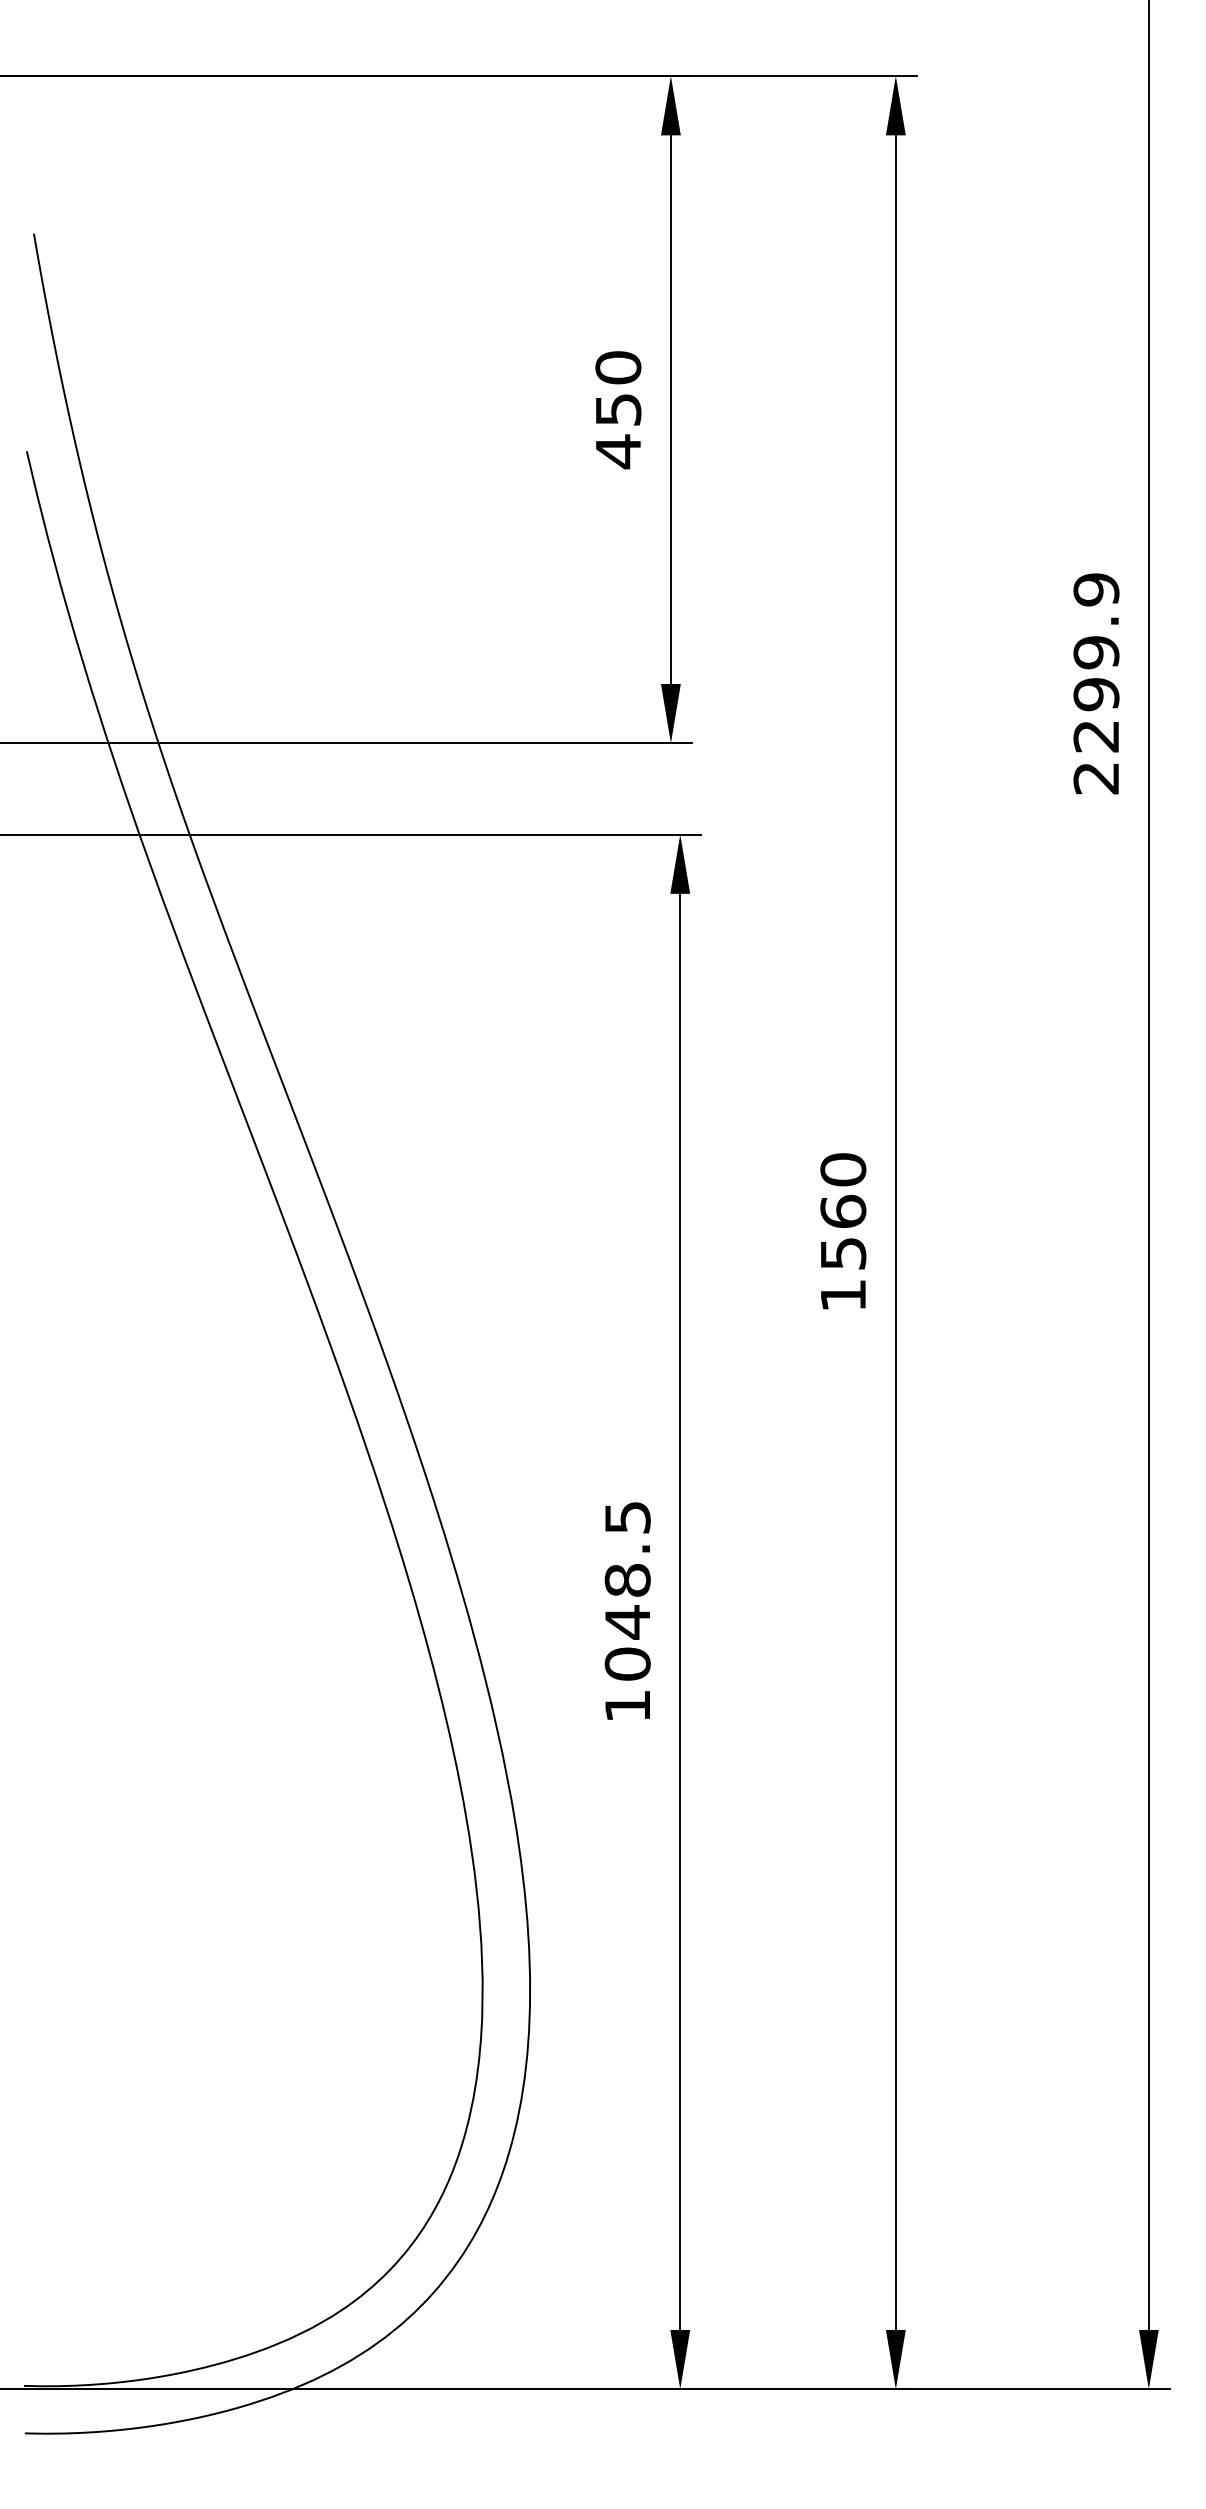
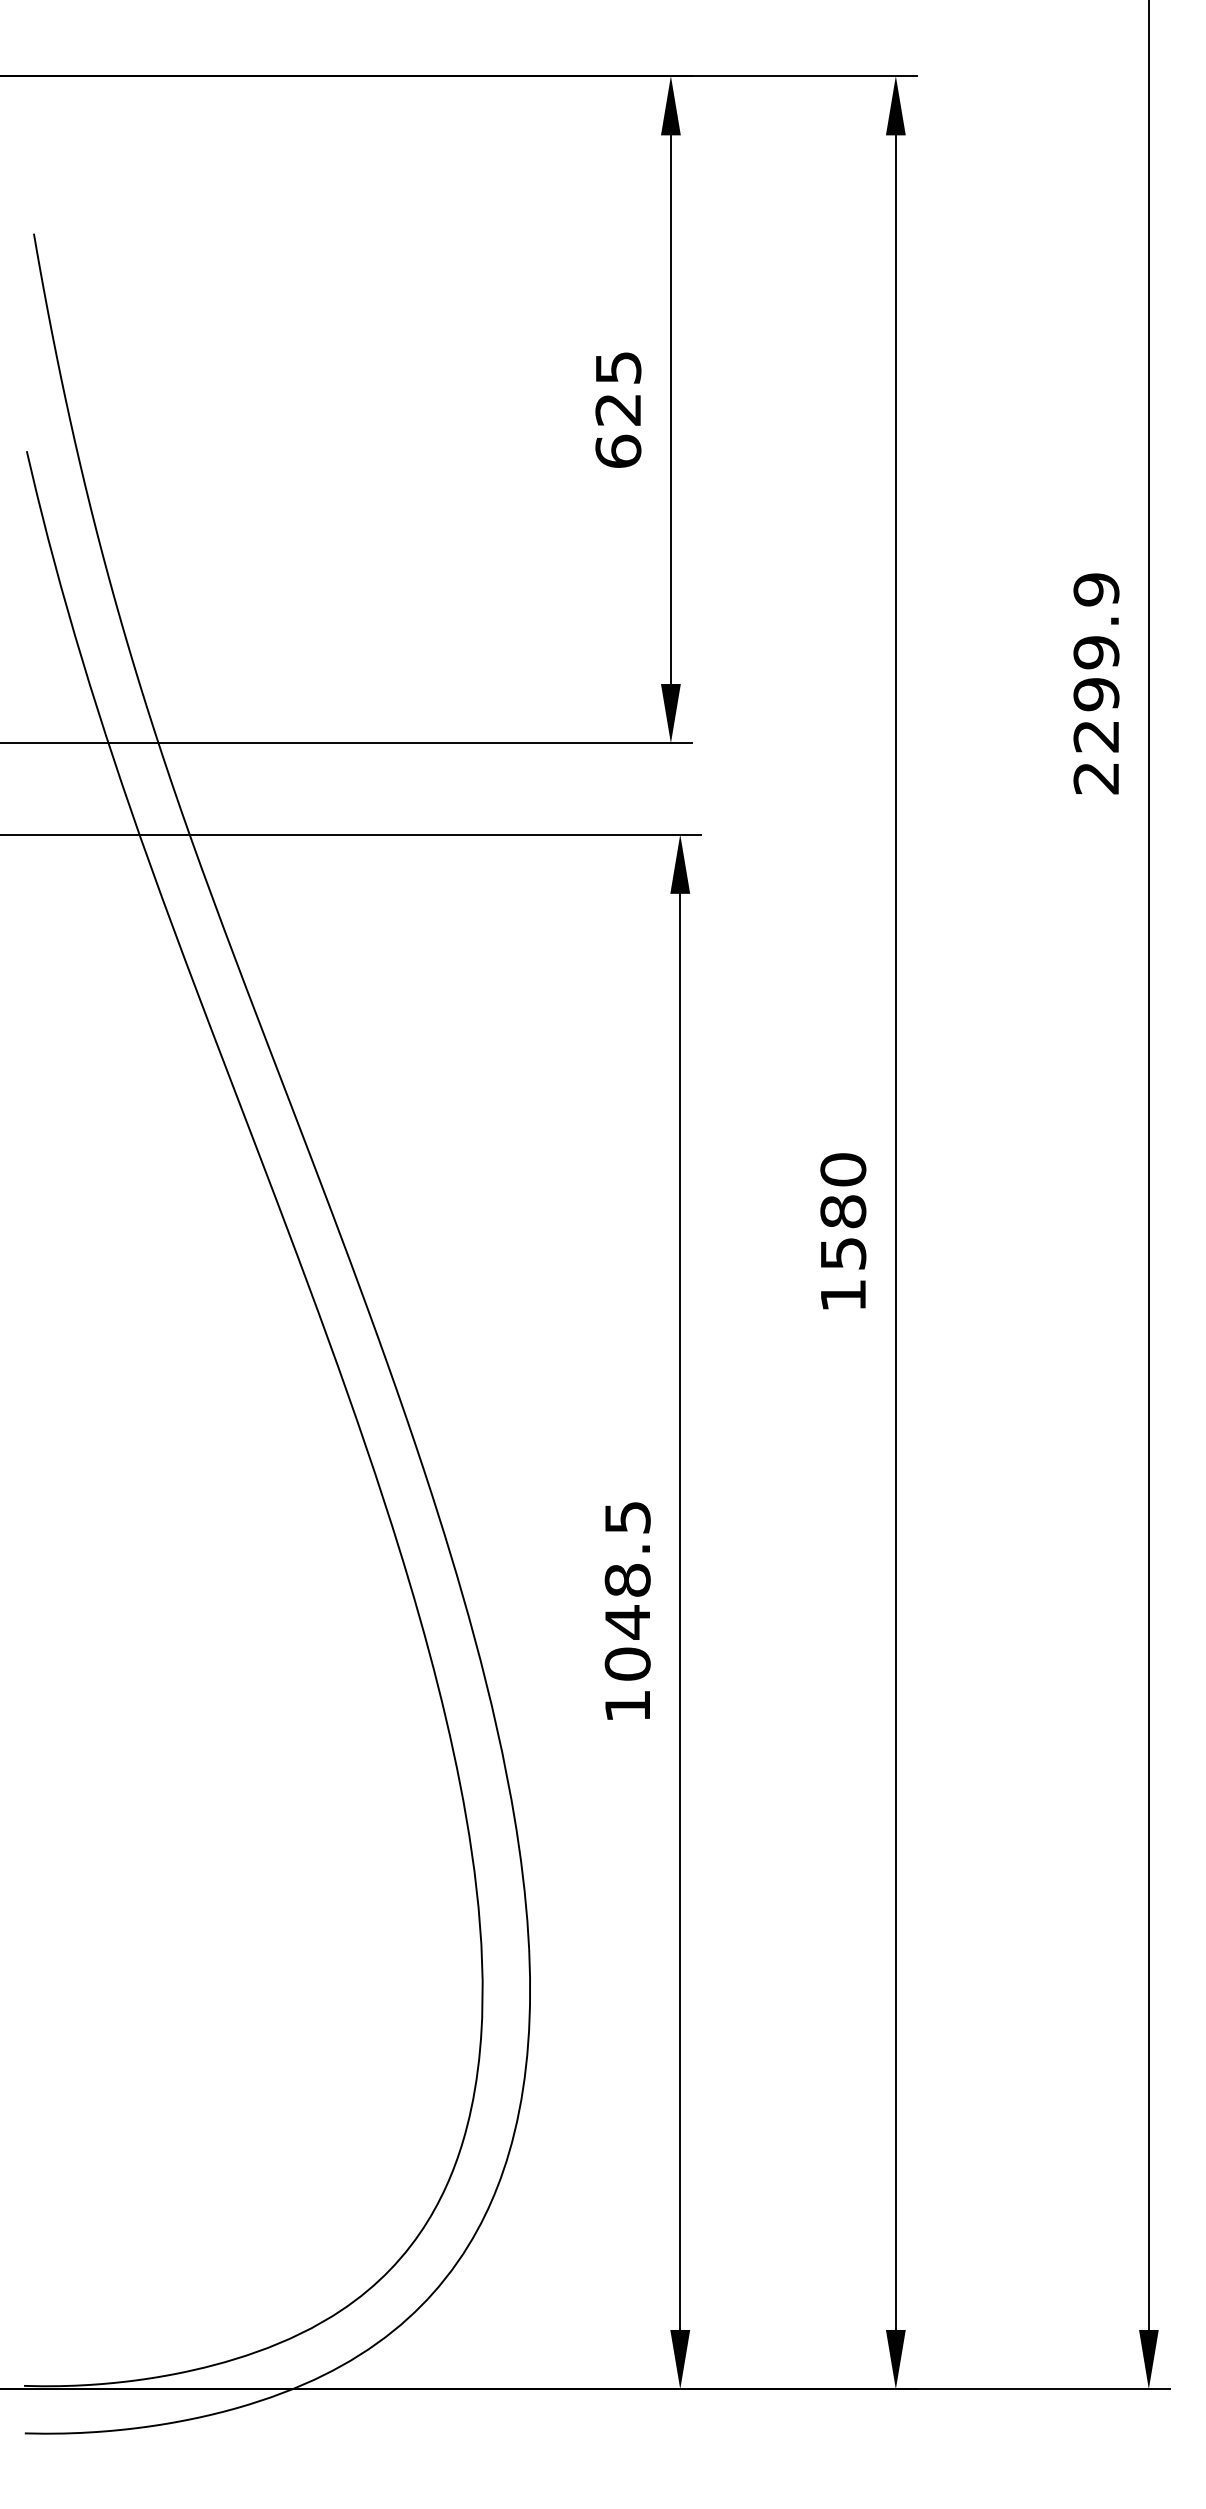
text at (618, 410): 450 -> 625
text at (843, 1211): 1560 -> 1580
